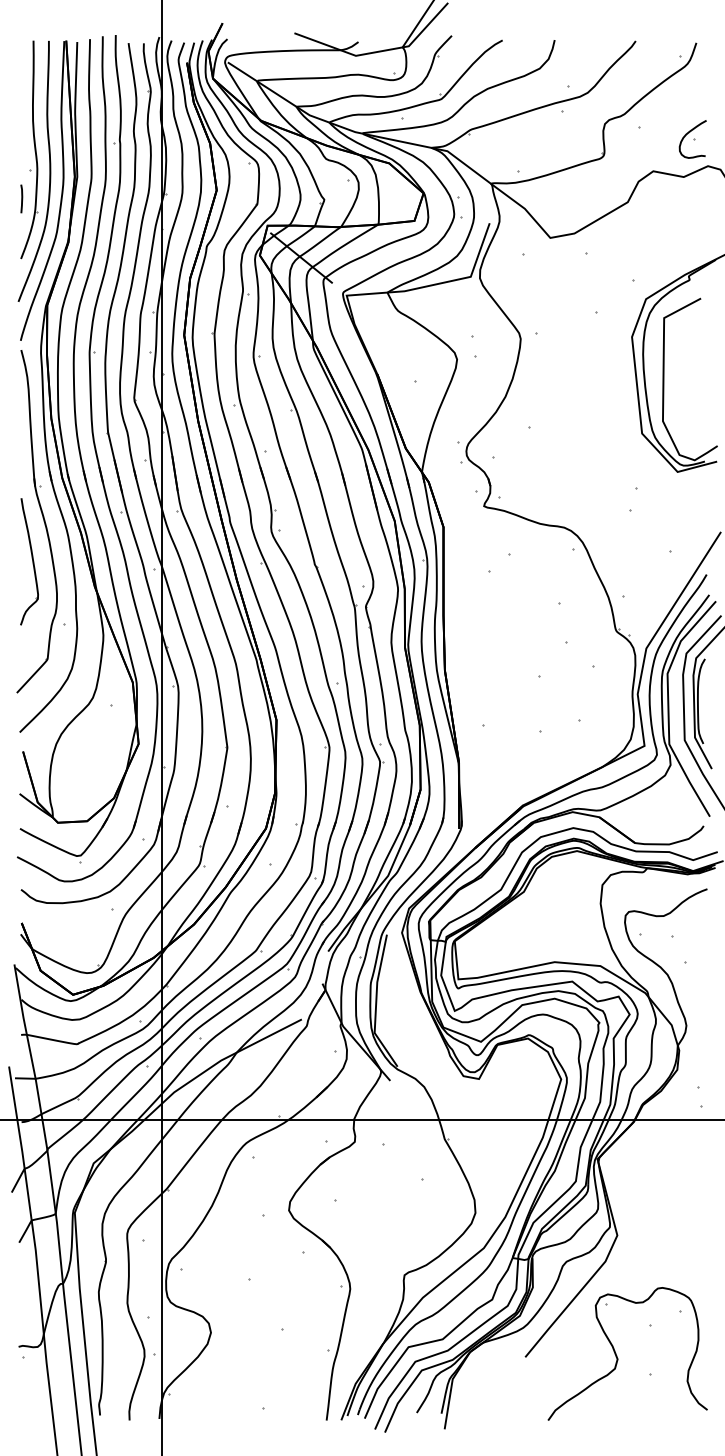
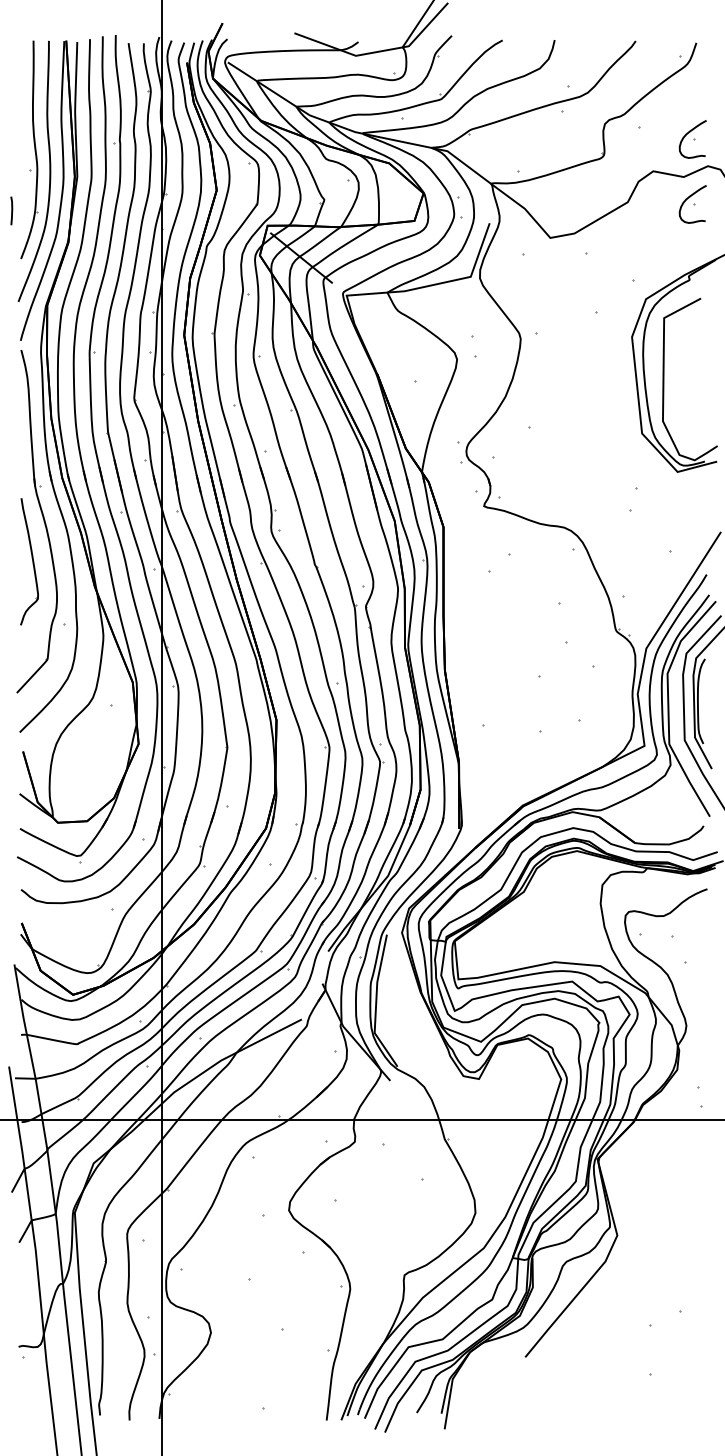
line at (21, 198) position: (21, 198) -> (11, 210)
part at (692, 204): none -> present
part at (617, 1355): present -> none
